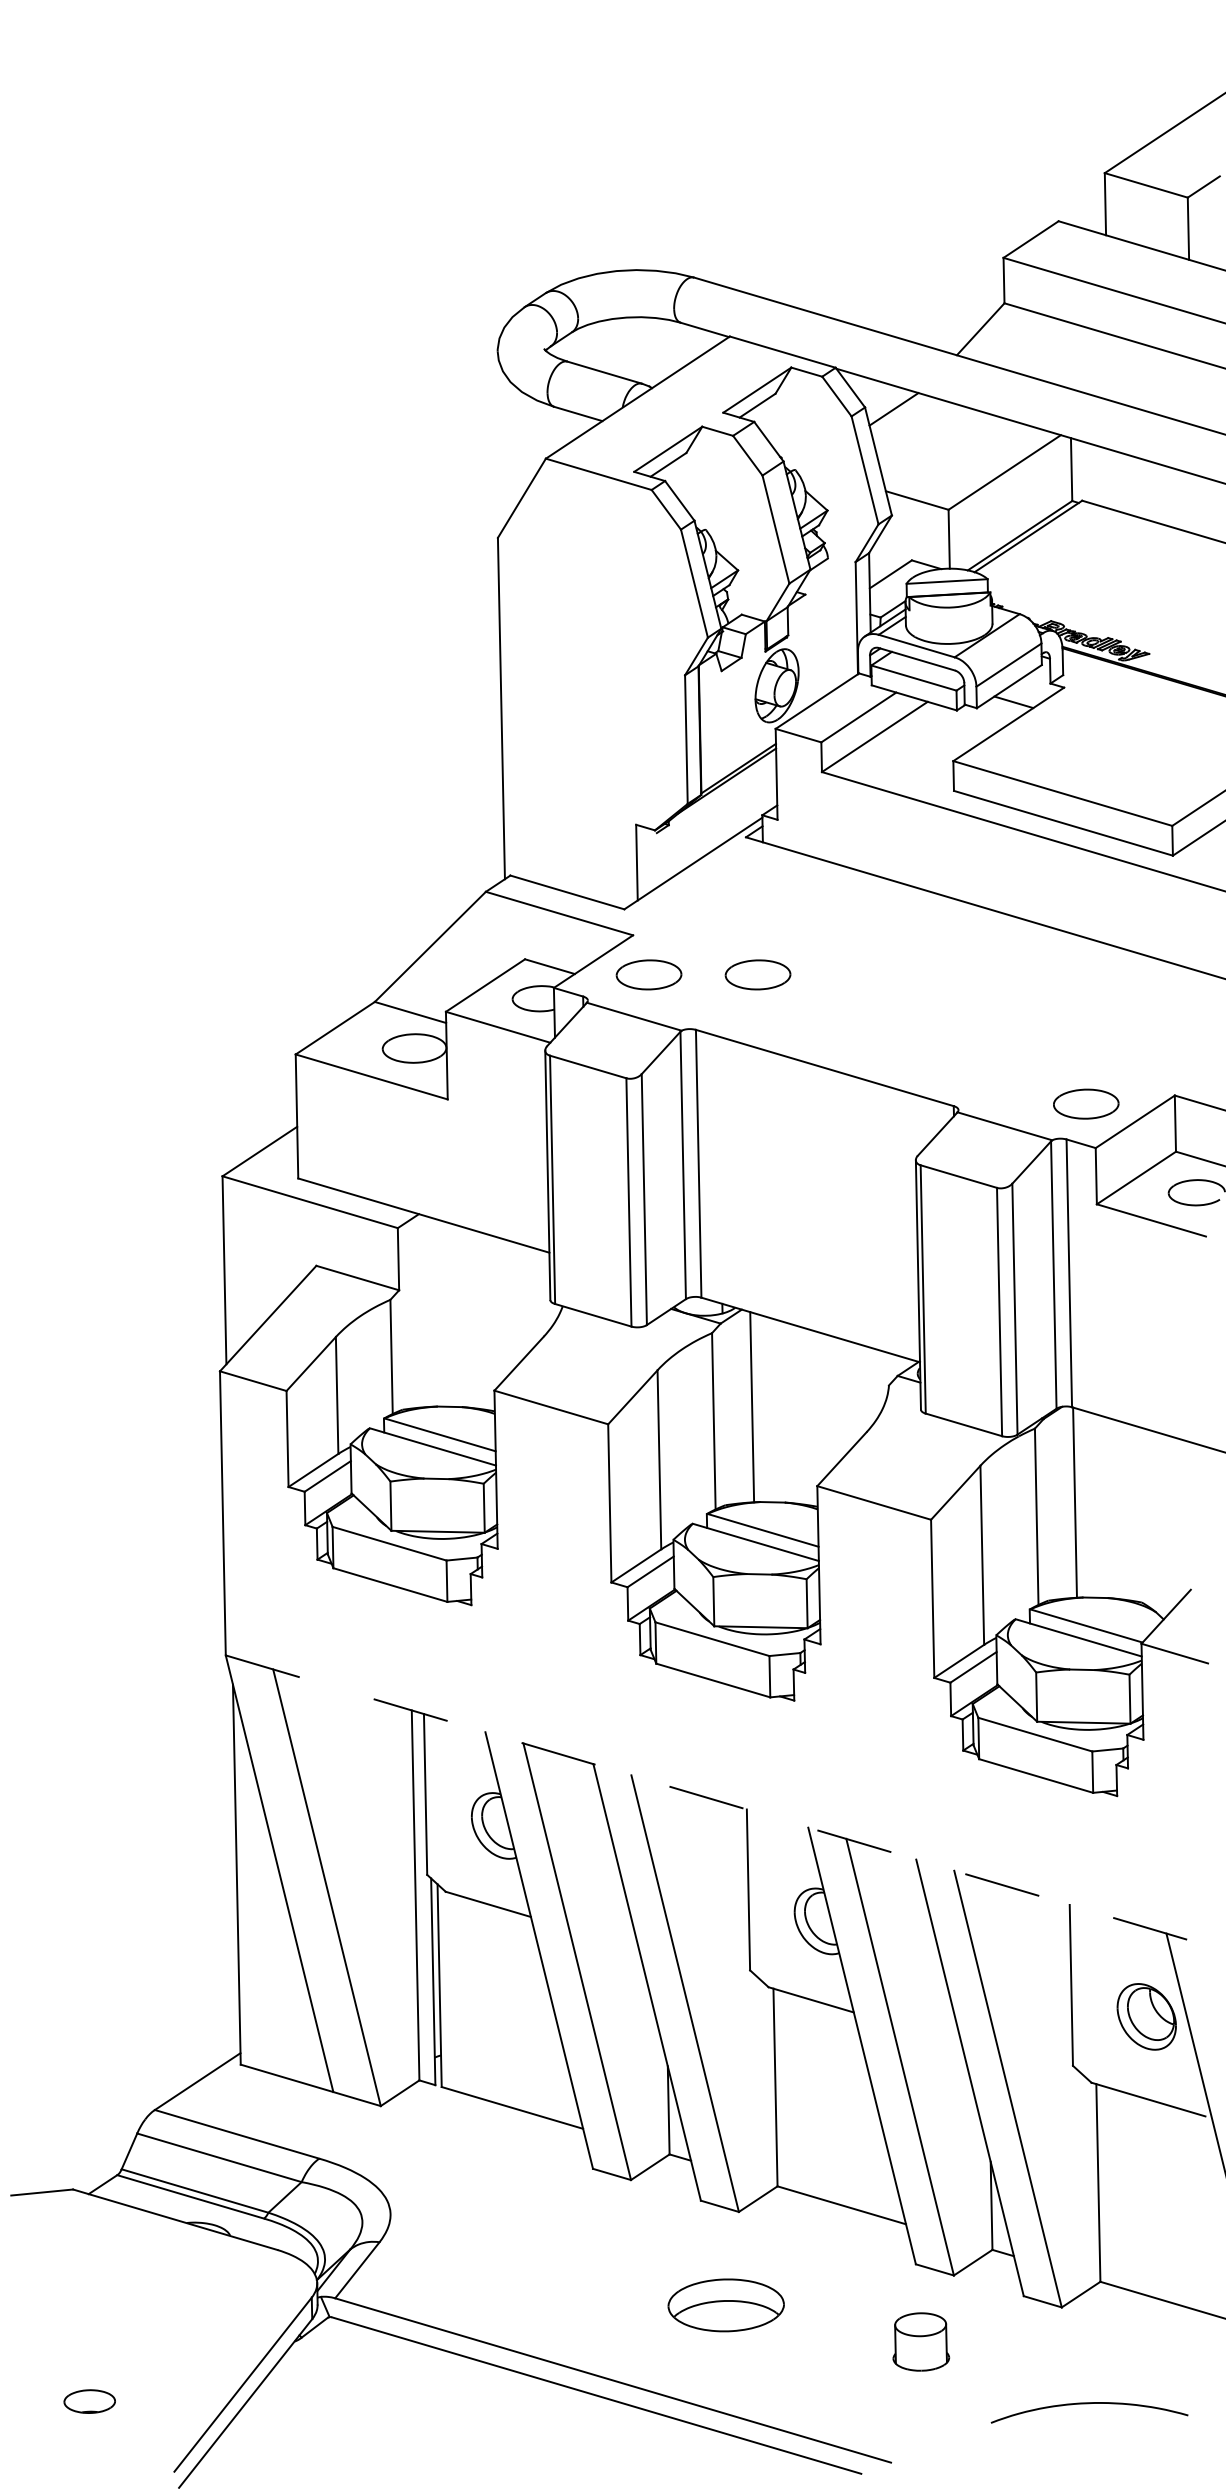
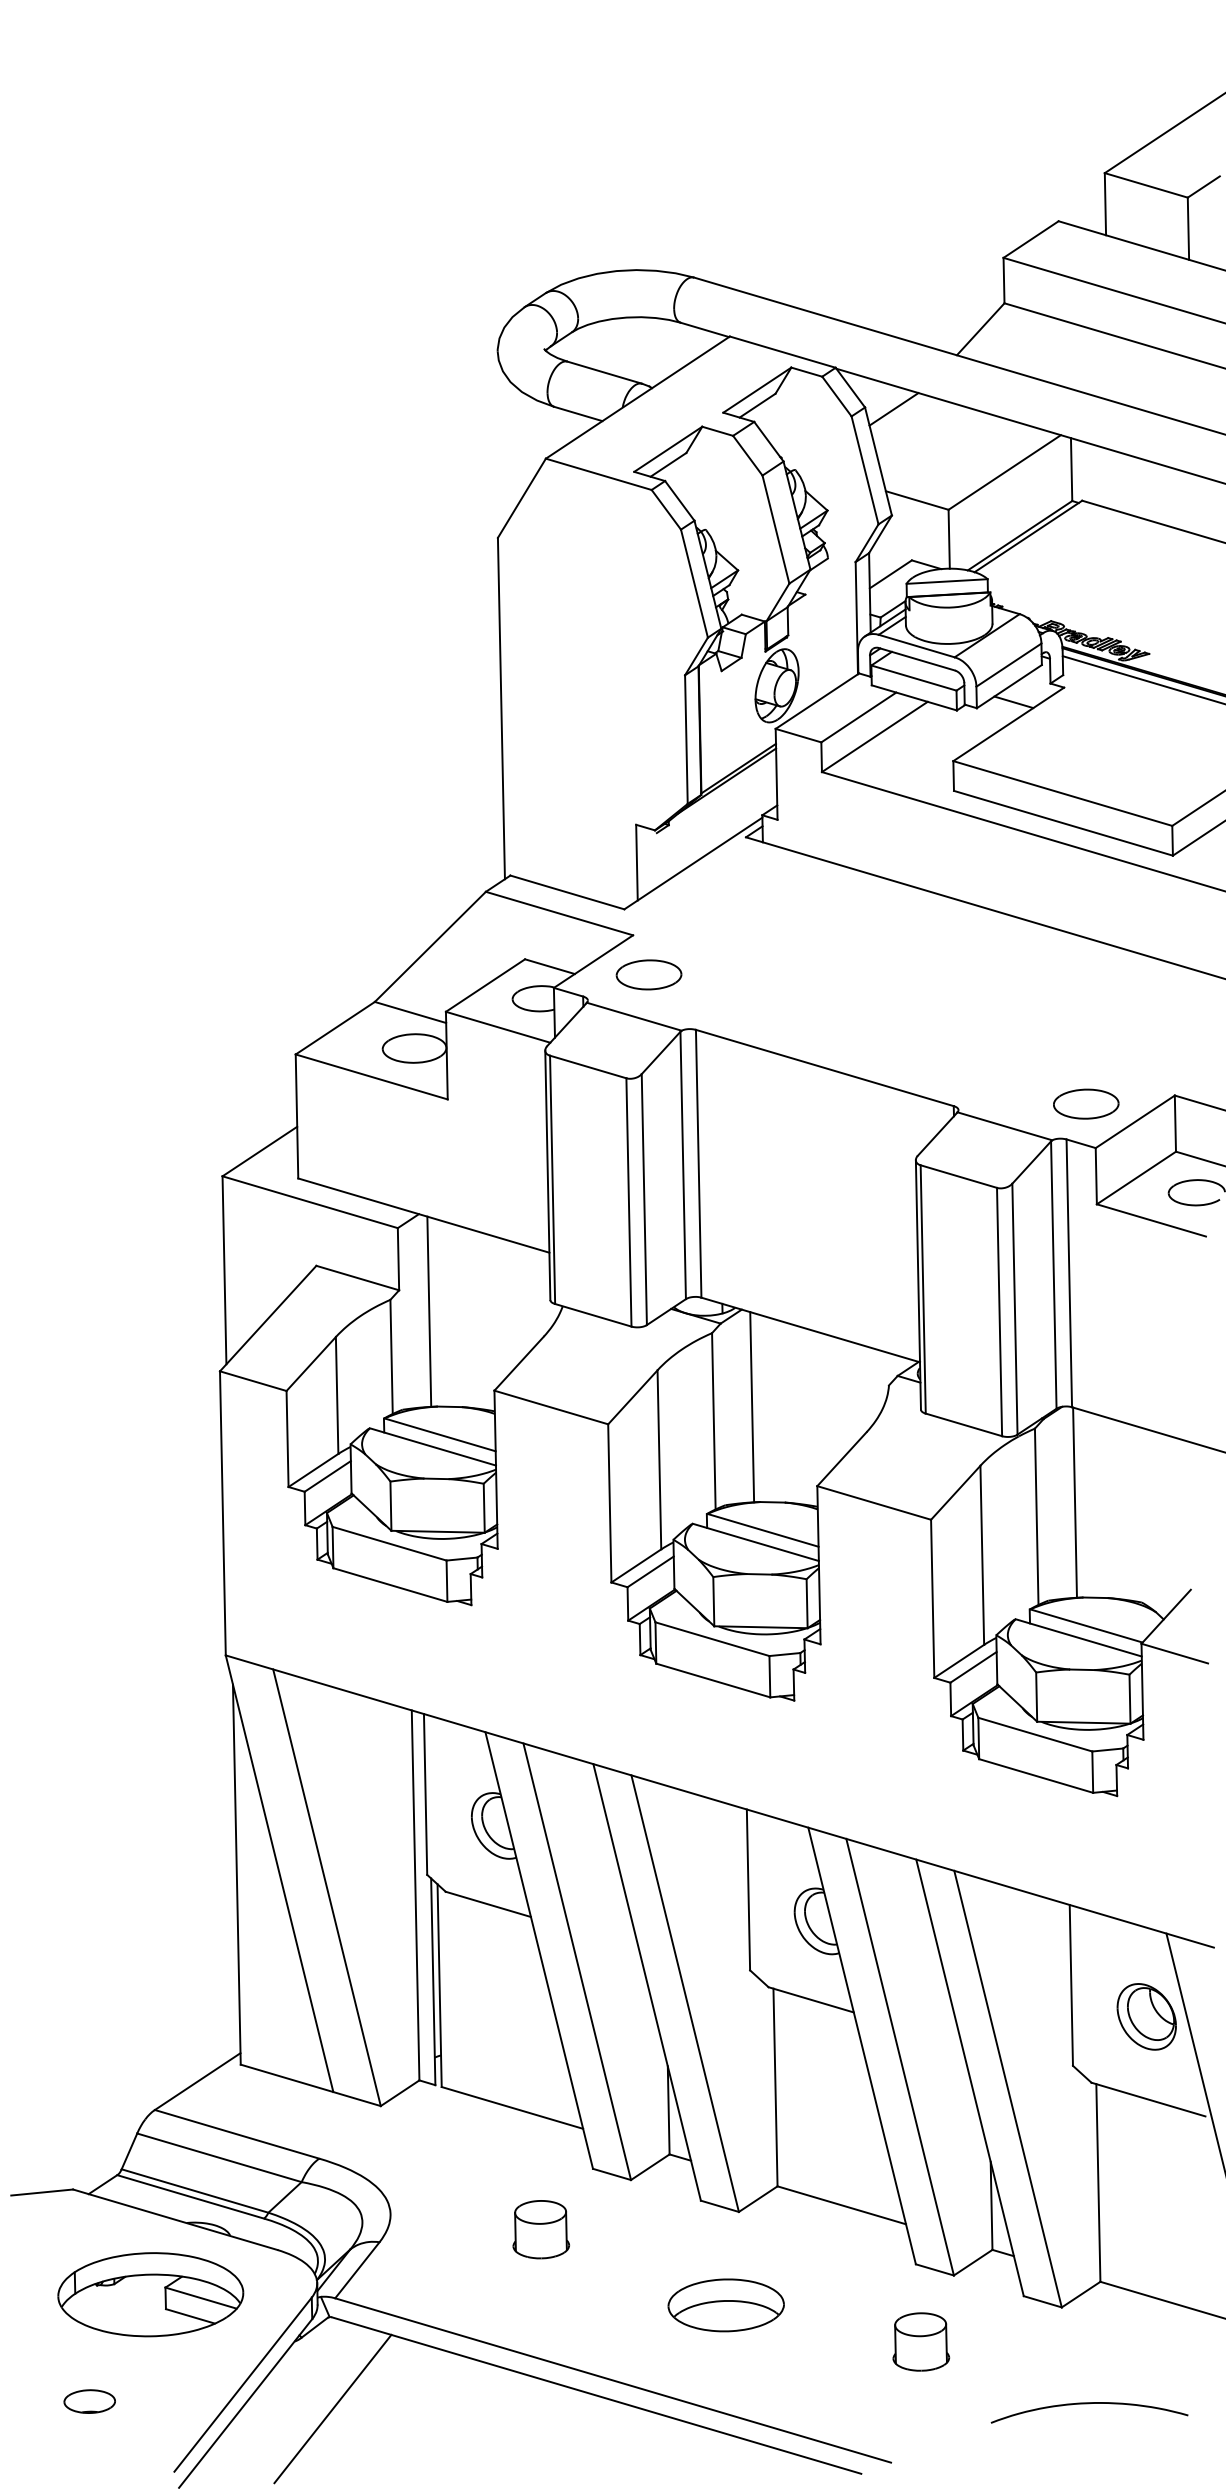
line at (1142, 679): none -> present
part at (757, 974): present -> none
line at (429, 1311): none -> present
line at (720, 1801): dashed -> solid
part at (541, 2229): none -> present
part at (150, 2294): none -> present
line at (332, 2408): none -> present
